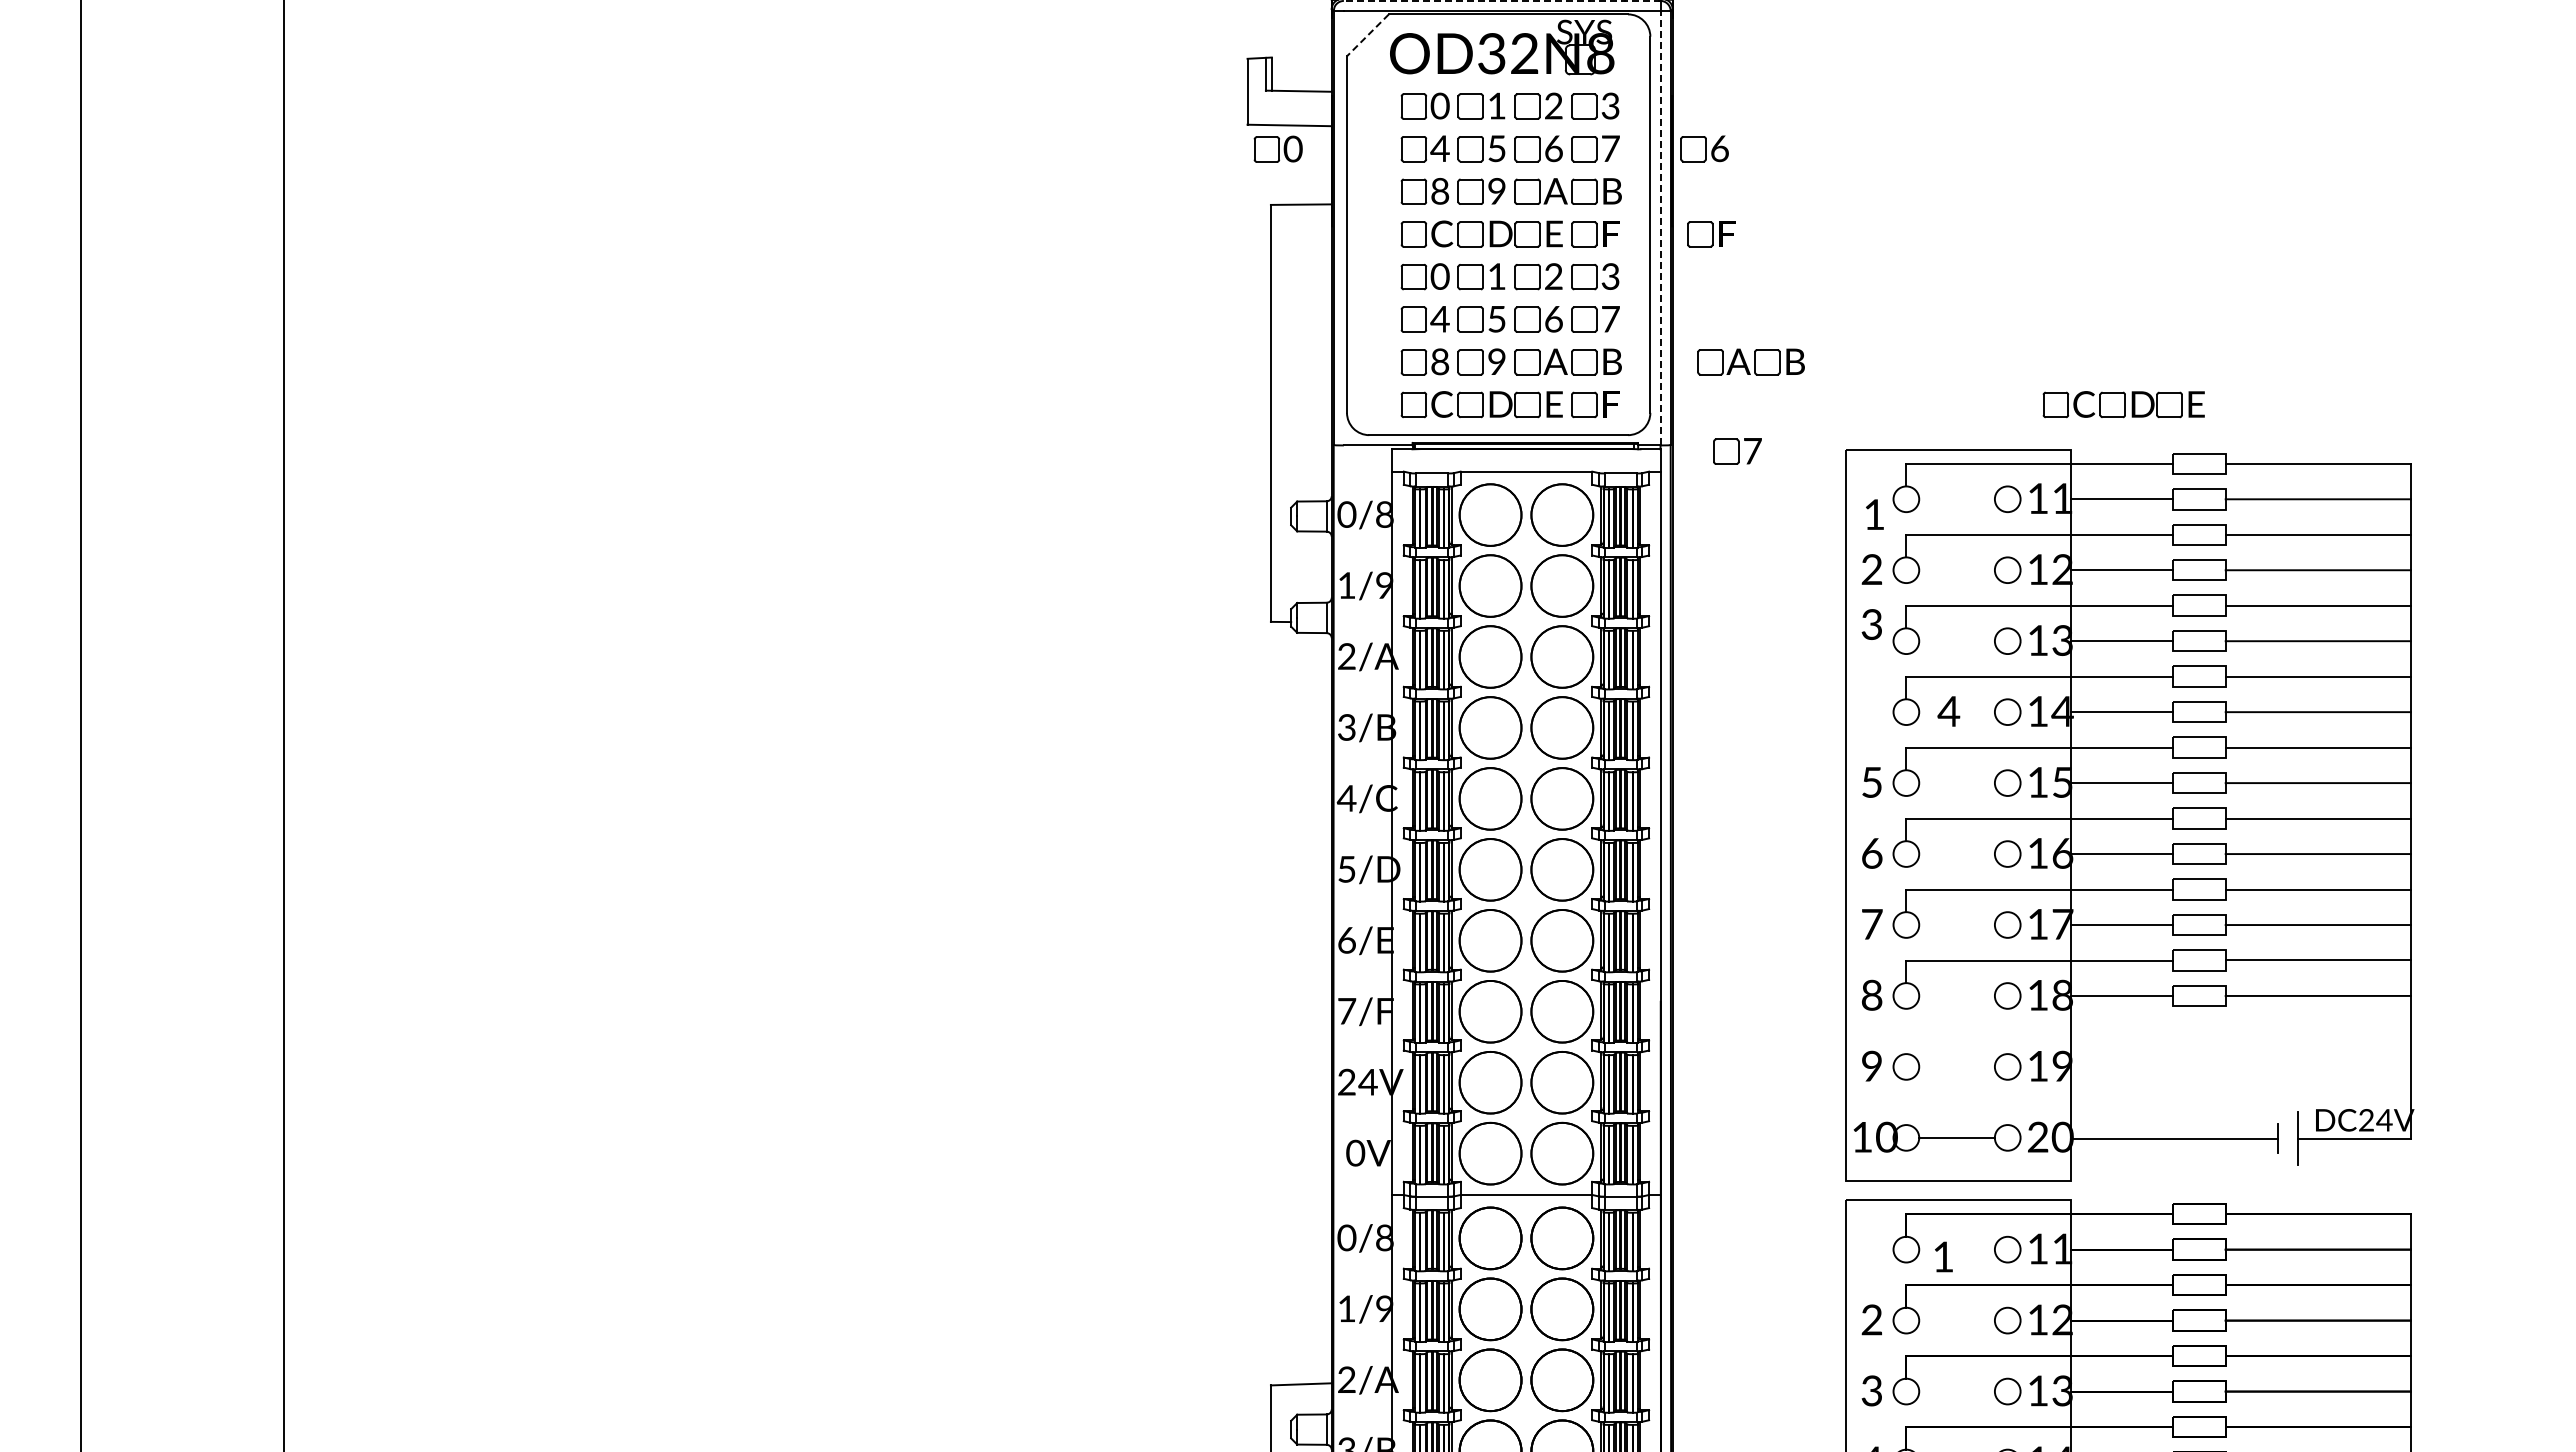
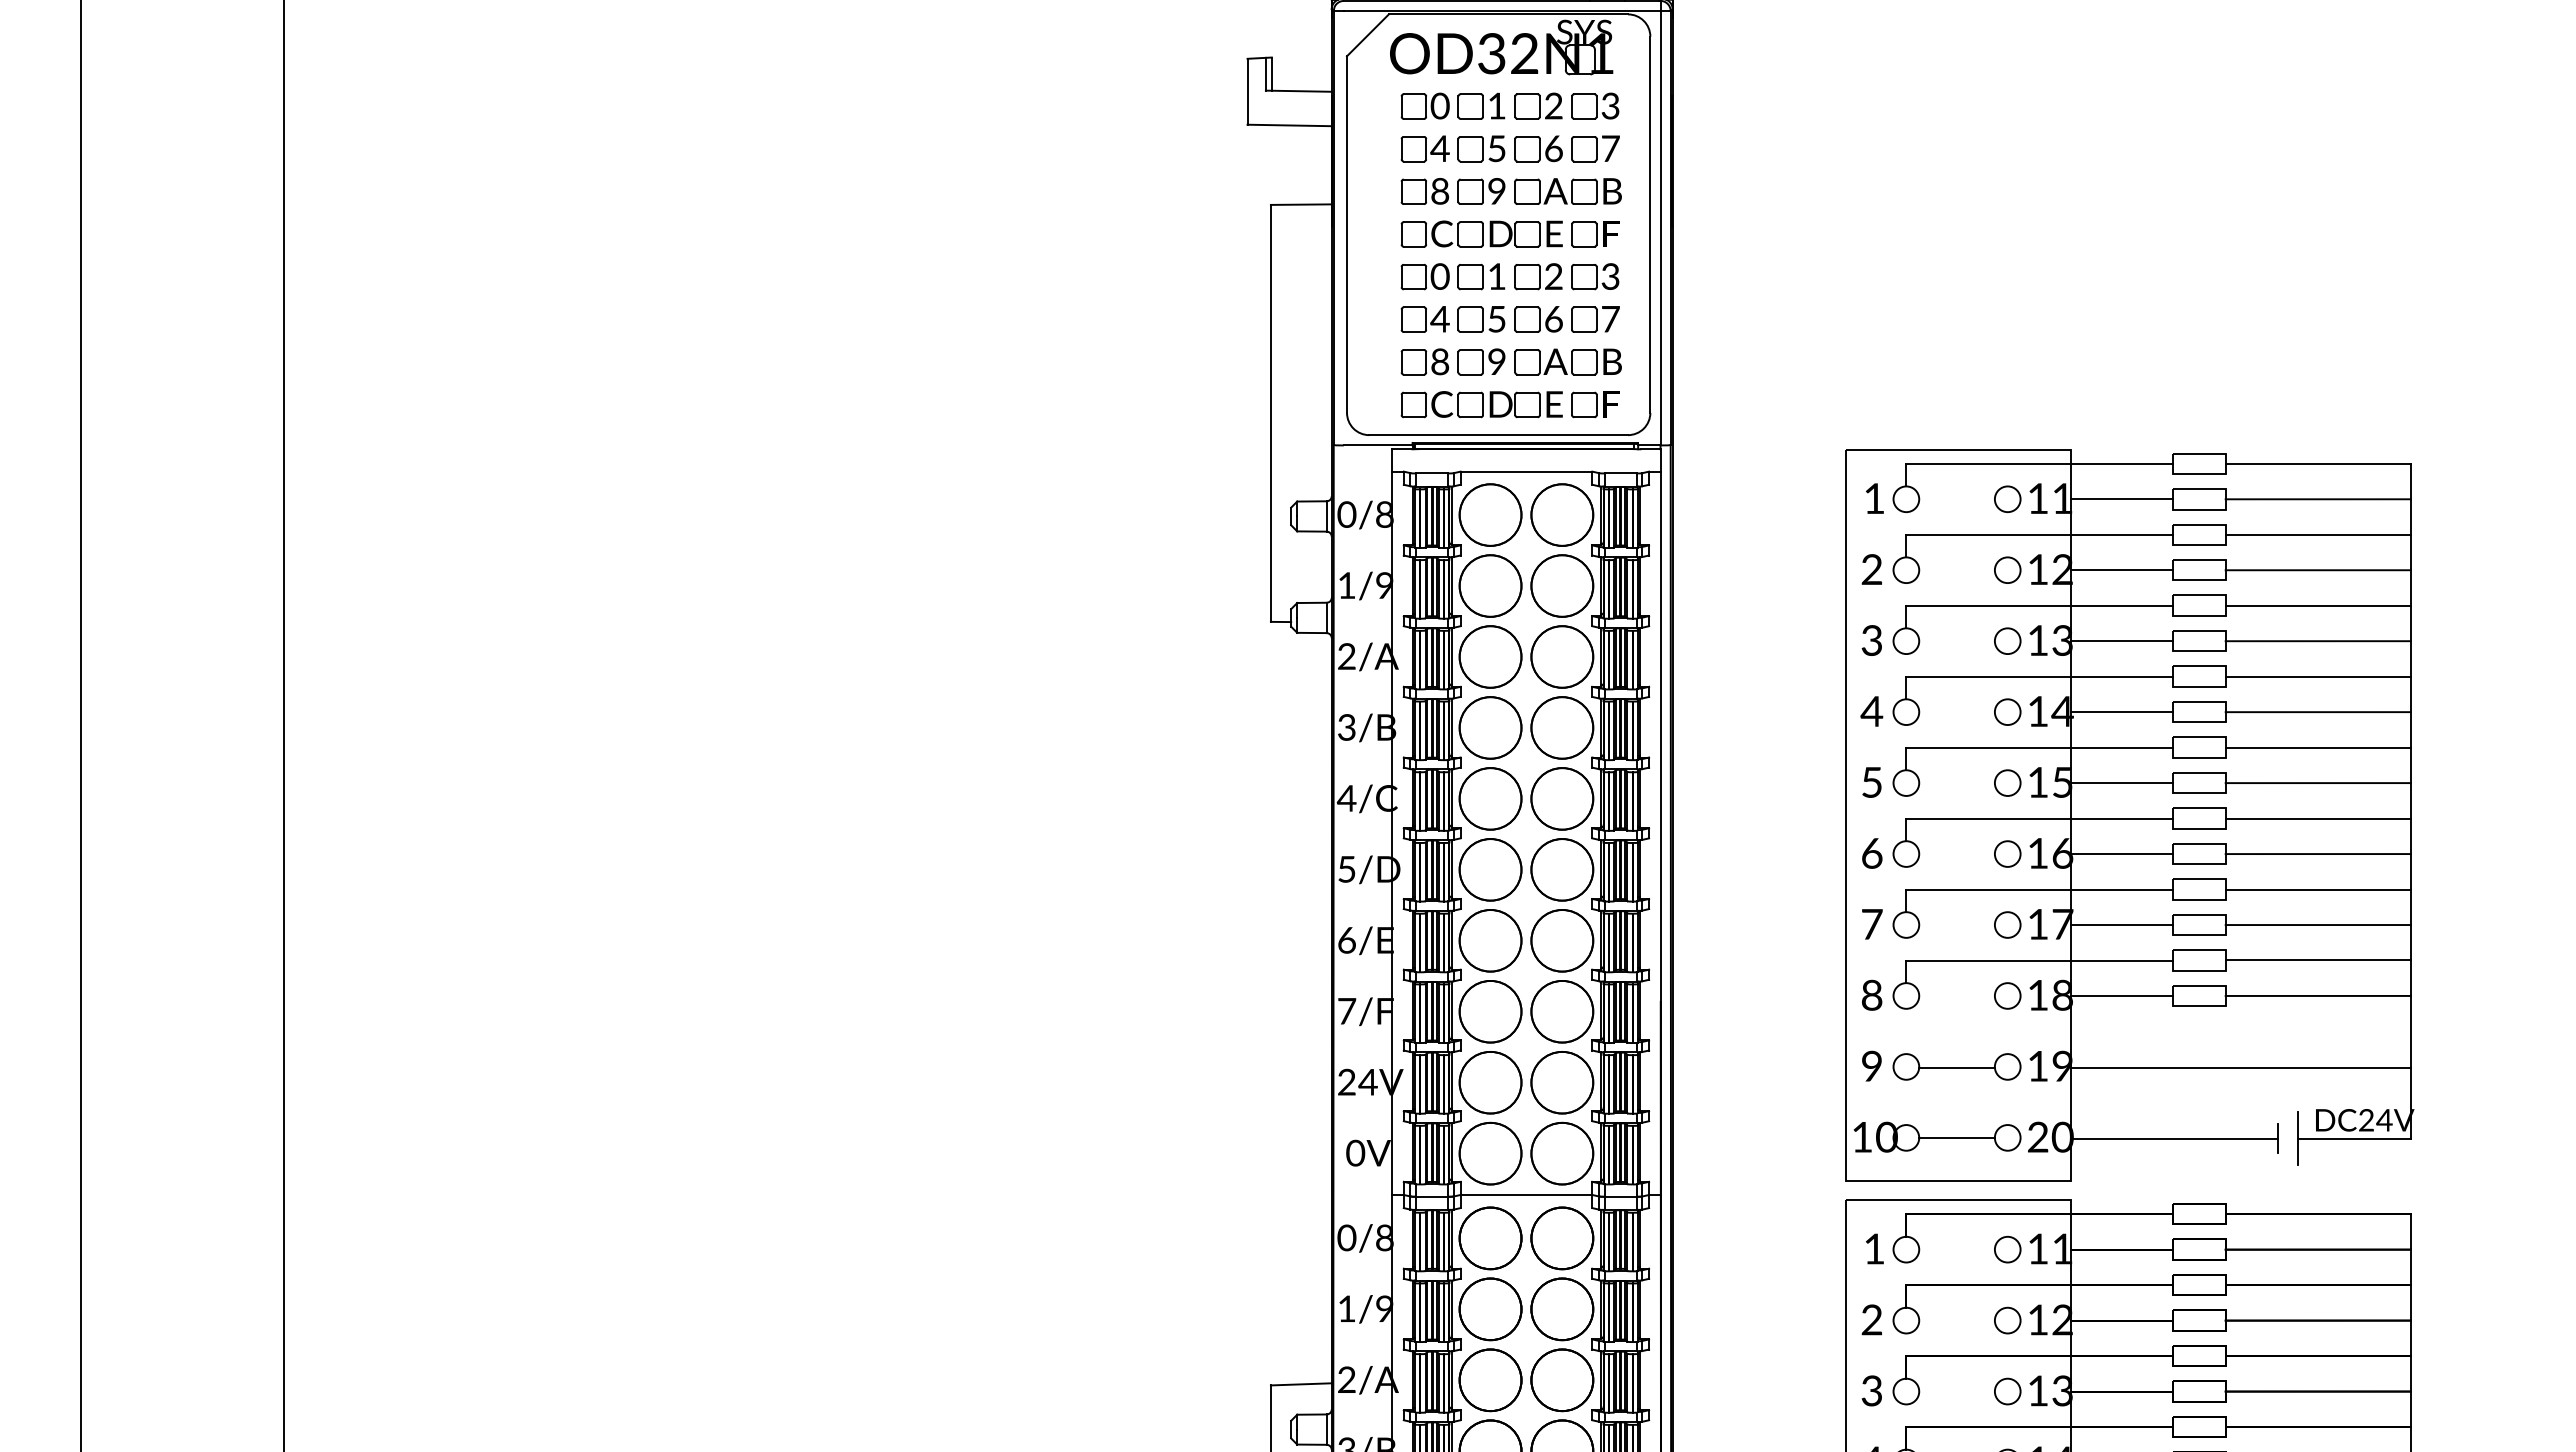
line at (1501, 0): dashed -> solid
line at (1367, 35): dashed -> solid
text at (1600, 53): OD32N8 -> OD32N1
part at (1277, 148): present -> none
part at (1704, 148): present -> none
line at (1660, 227): dashed -> solid
part at (1711, 234): present -> none
part at (1750, 361): present -> none
part at (2123, 404): present -> none
part at (1737, 451): present -> none
text at (1874, 514) position: (1874, 514) -> (1874, 498)
text at (1871, 624) position: (1871, 624) -> (1871, 640)
text at (1948, 711) position: (1948, 711) -> (1871, 711)
line at (1956, 1067): none -> present
line at (2240, 1067): none -> present
text at (1943, 1256) position: (1943, 1256) -> (1874, 1248)
